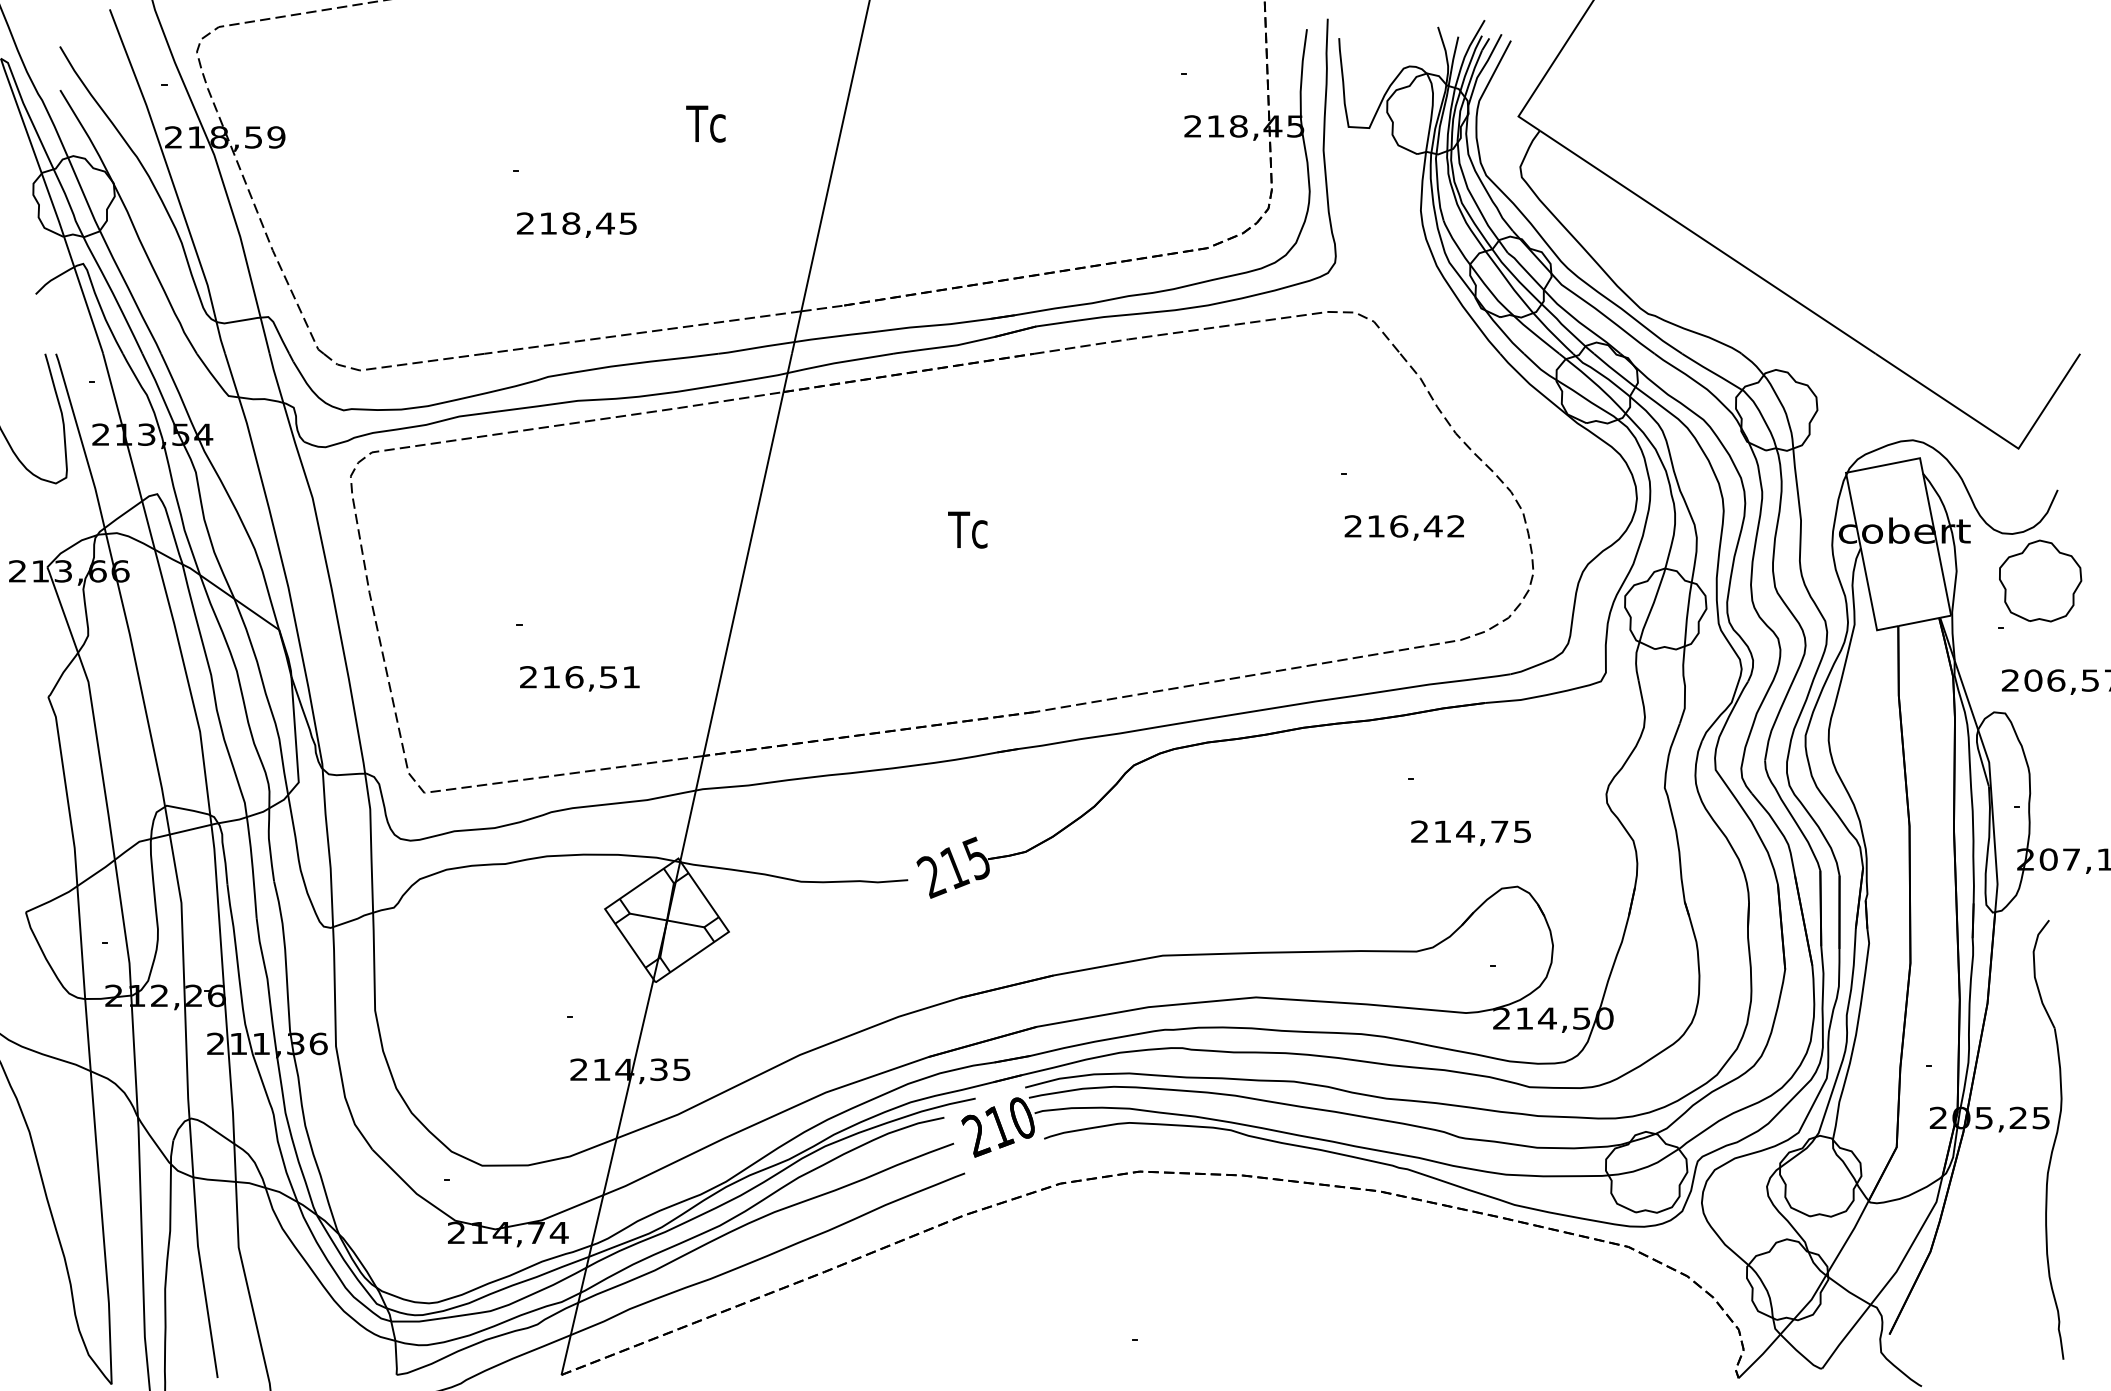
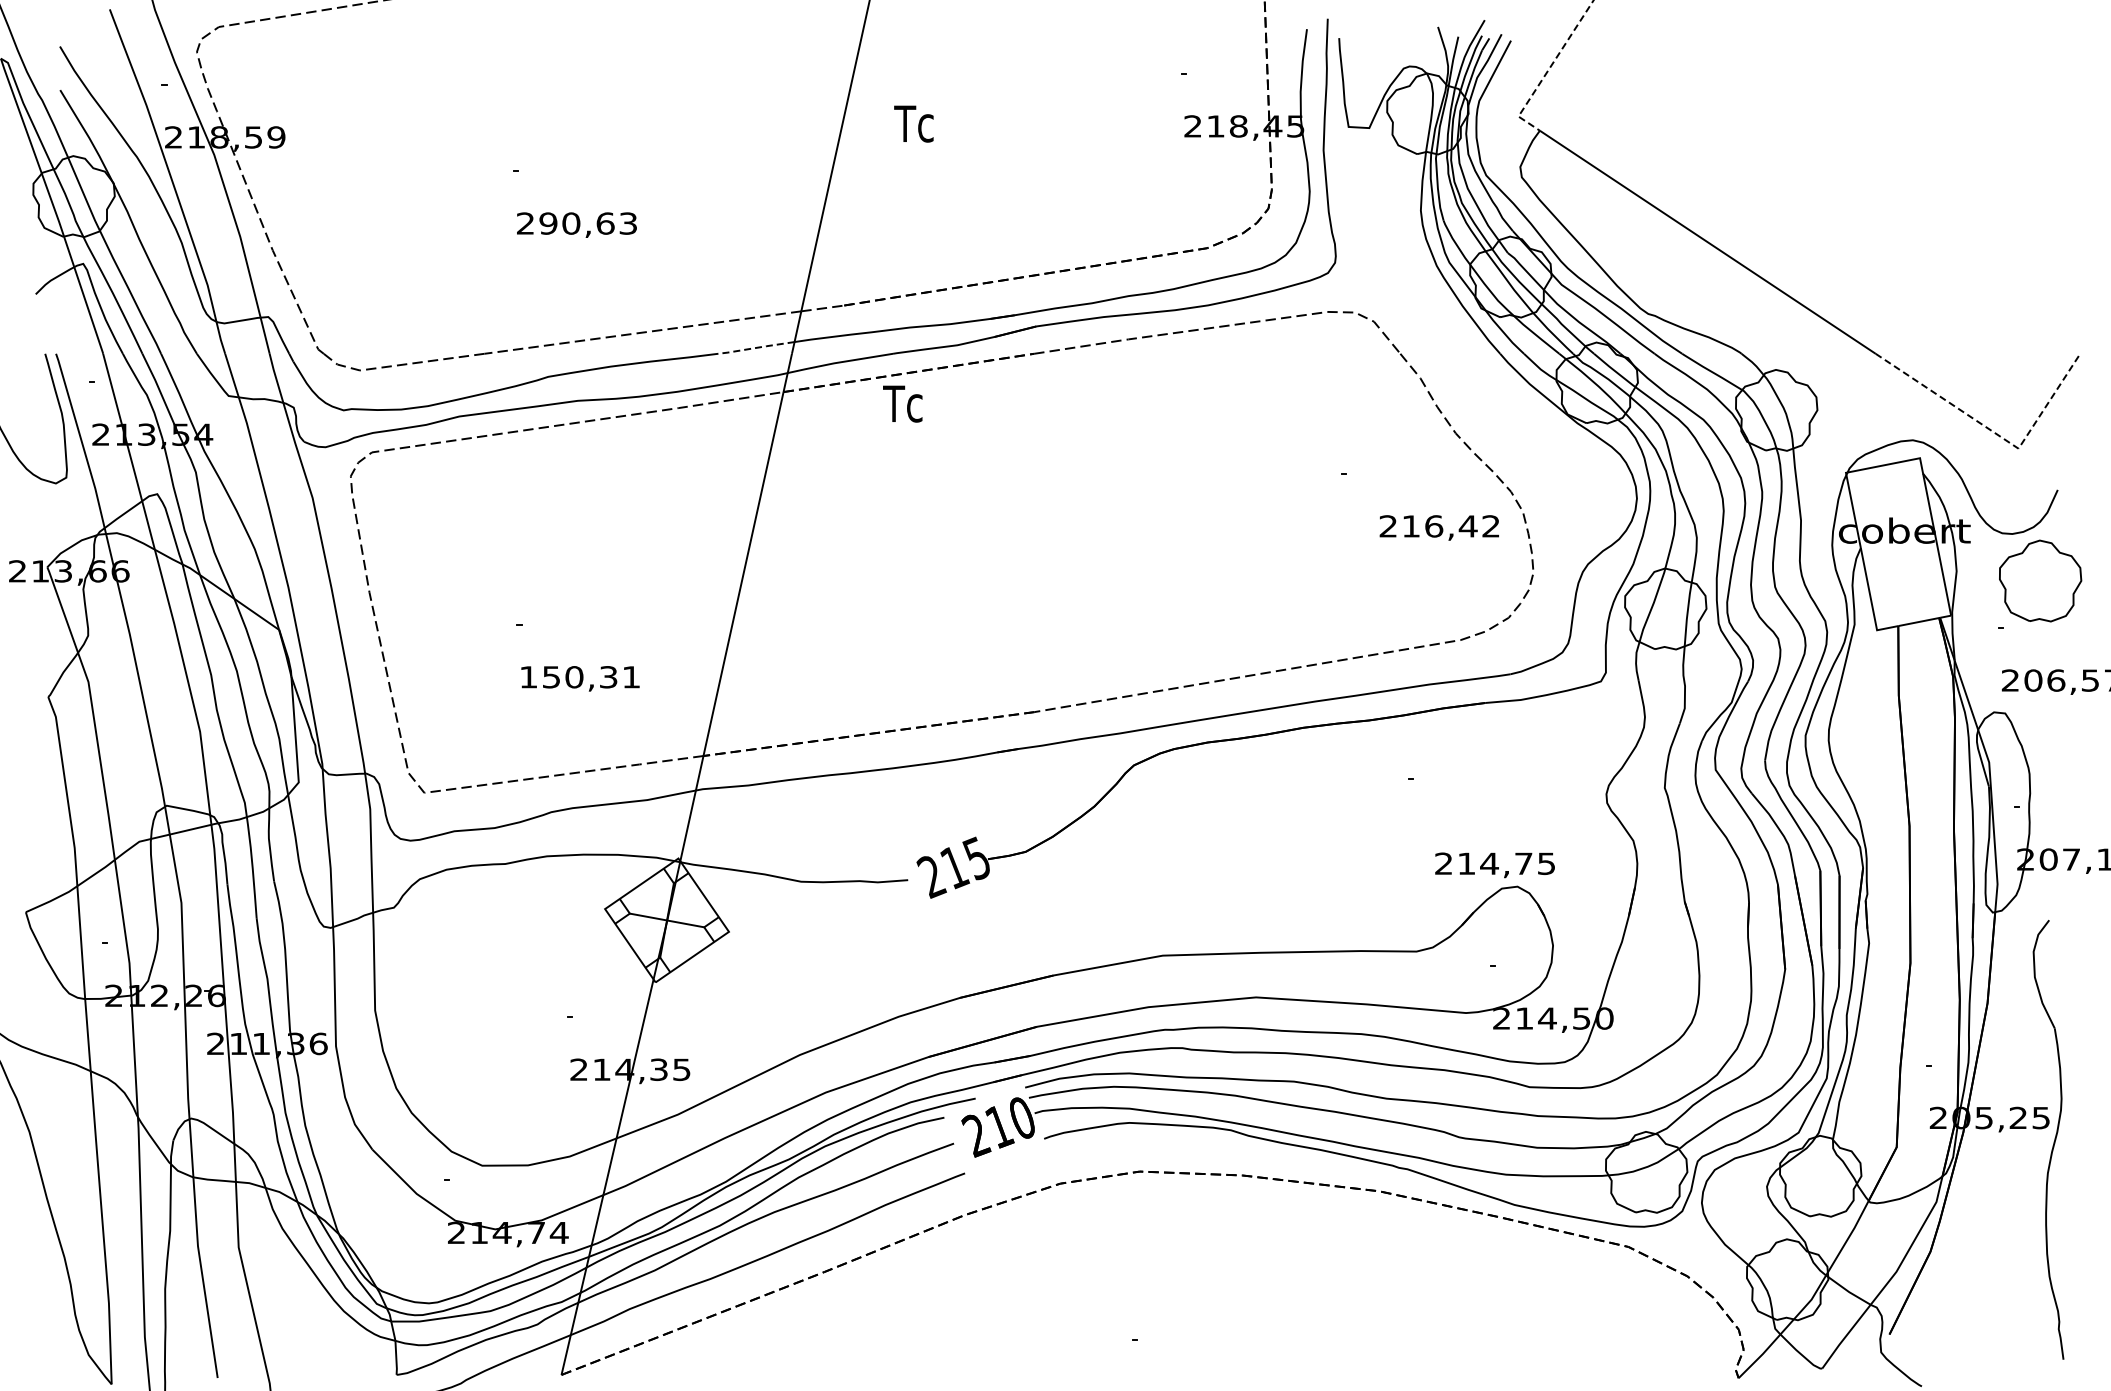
line at (1548, 70): solid -> dashed
text at (705, 123) position: (705, 123) -> (913, 123)
text at (587, 223): 218,45 -> 290,63
line at (756, 347): solid -> dashed
line at (1995, 433): solid -> dashed
text at (1403, 527) position: (1403, 527) -> (1438, 527)
text at (967, 529) position: (967, 529) -> (902, 403)
text at (568, 677): 216,51 -> 150,31
text at (1470, 833) position: (1470, 833) -> (1494, 865)
